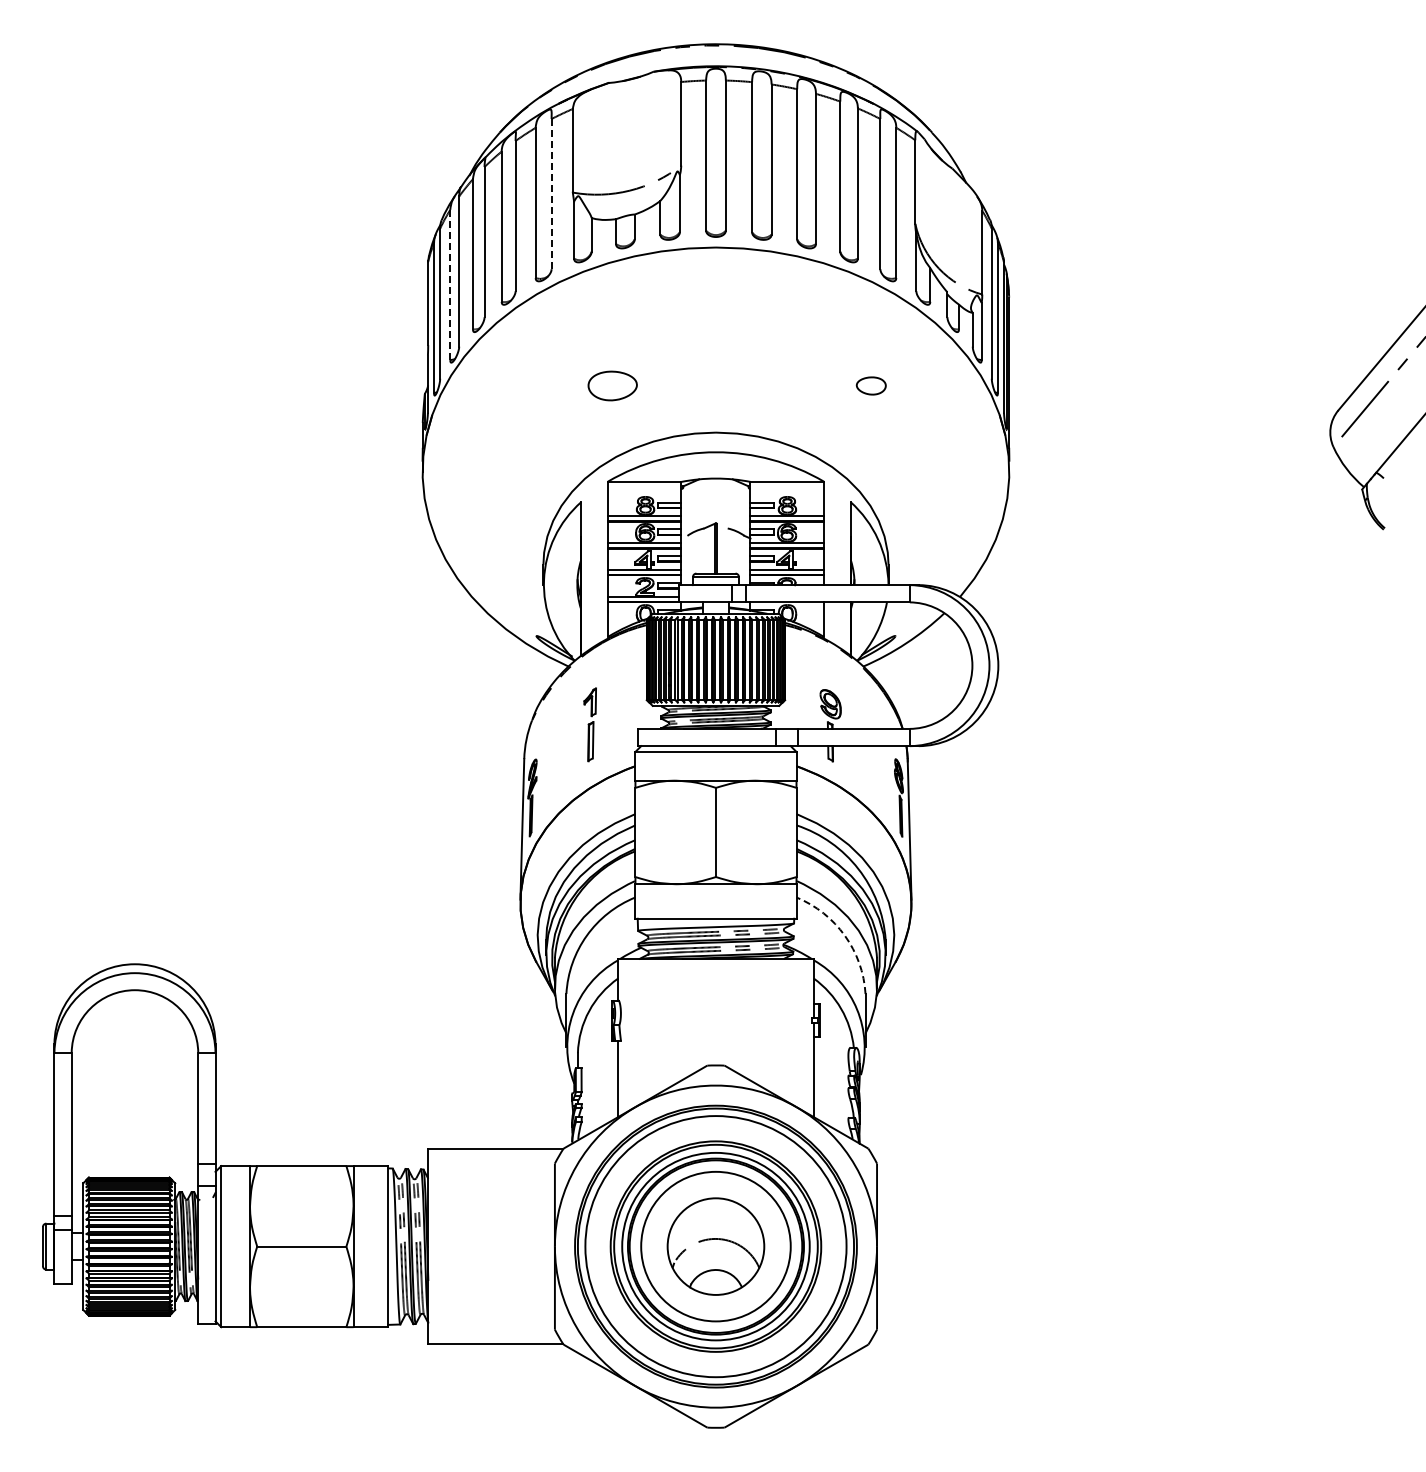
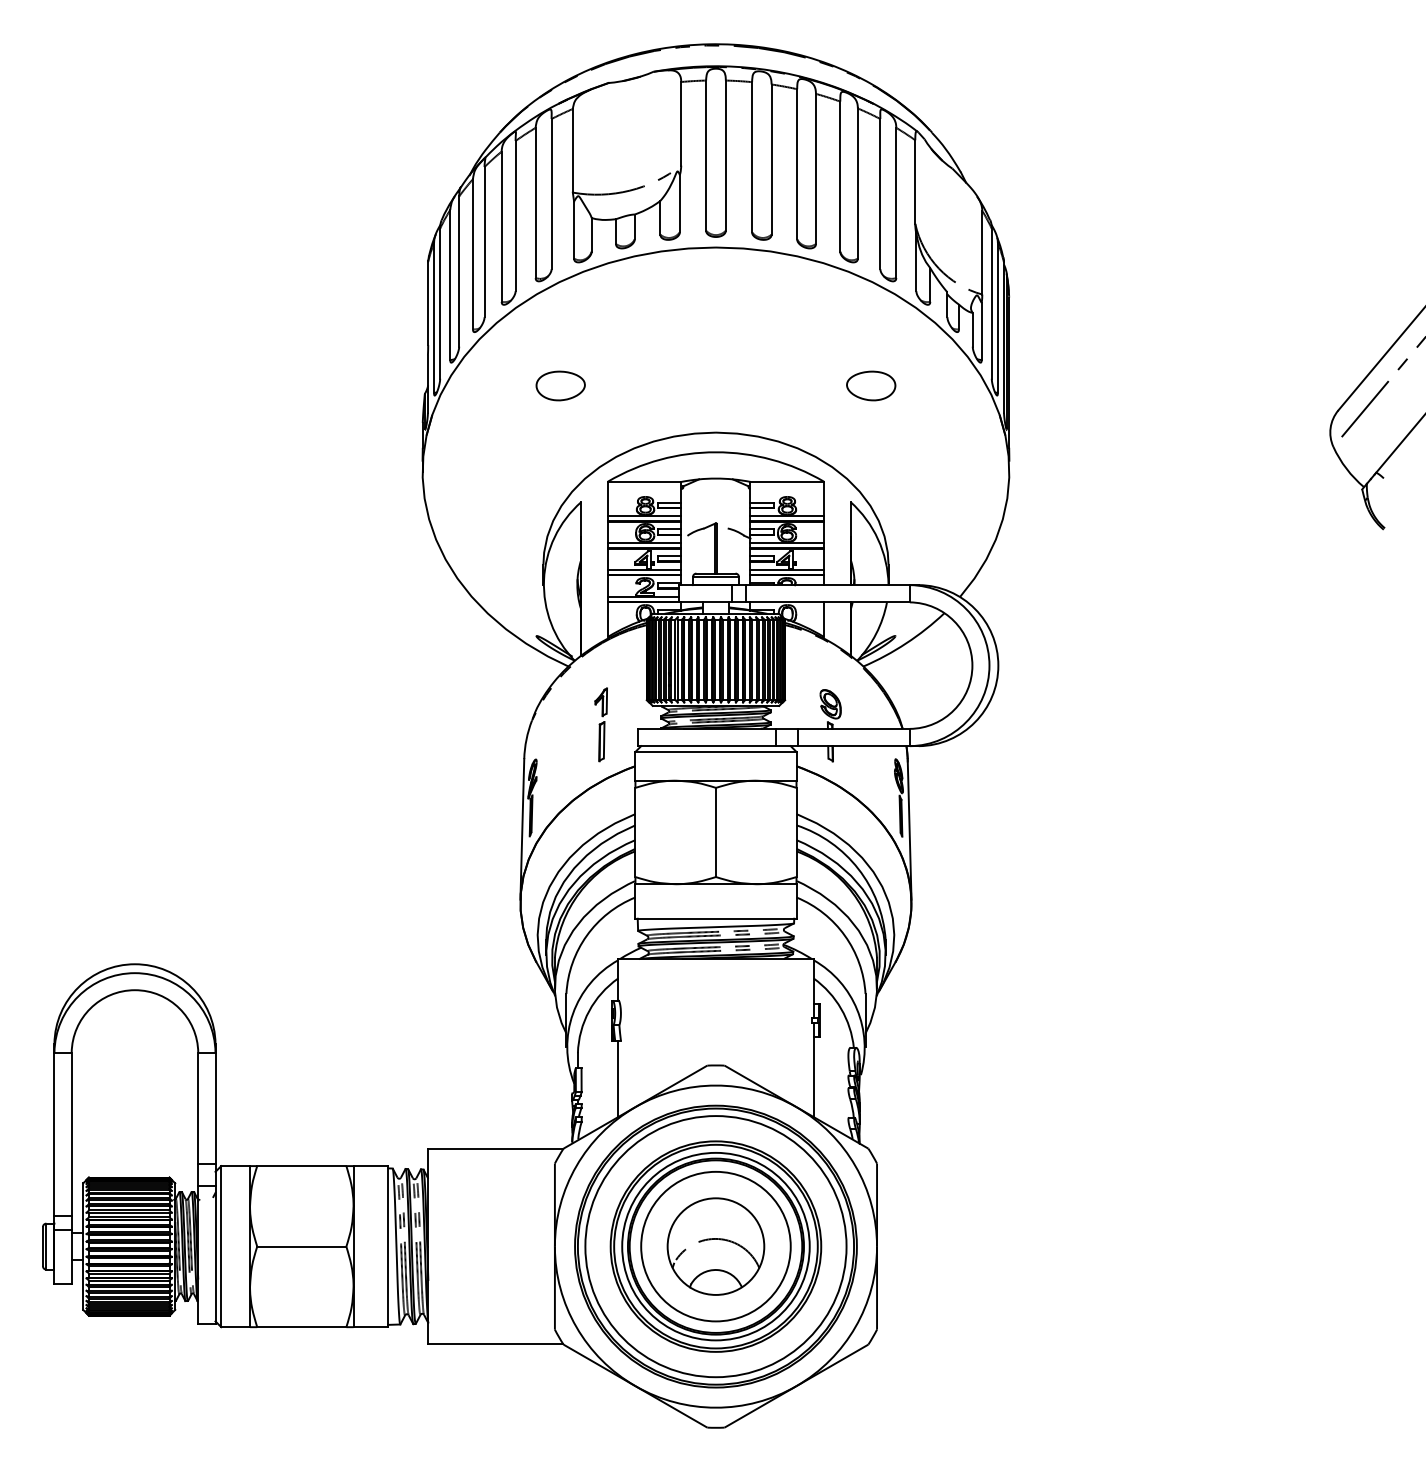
line at (551, 194): dashed -> solid
line at (450, 284): dashed -> solid
part at (612, 385) position: (612, 385) -> (560, 385)
part at (870, 385) size: 32x20 px -> 51x32 px
part at (589, 724) position: (589, 724) -> (600, 724)
arc at (844, 935): dashed -> solid
